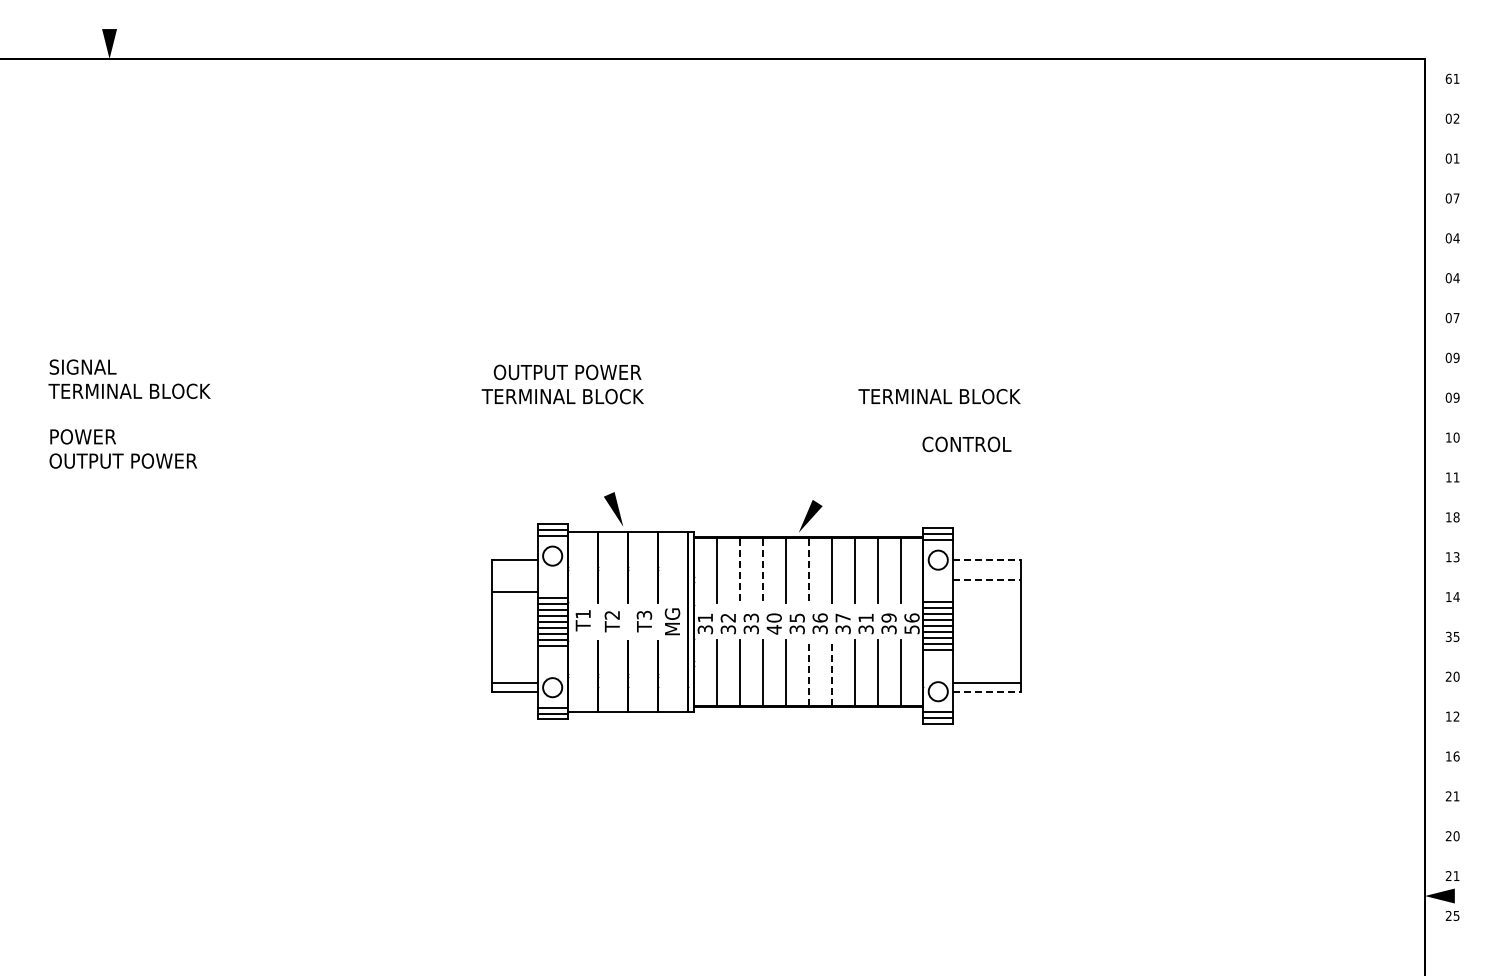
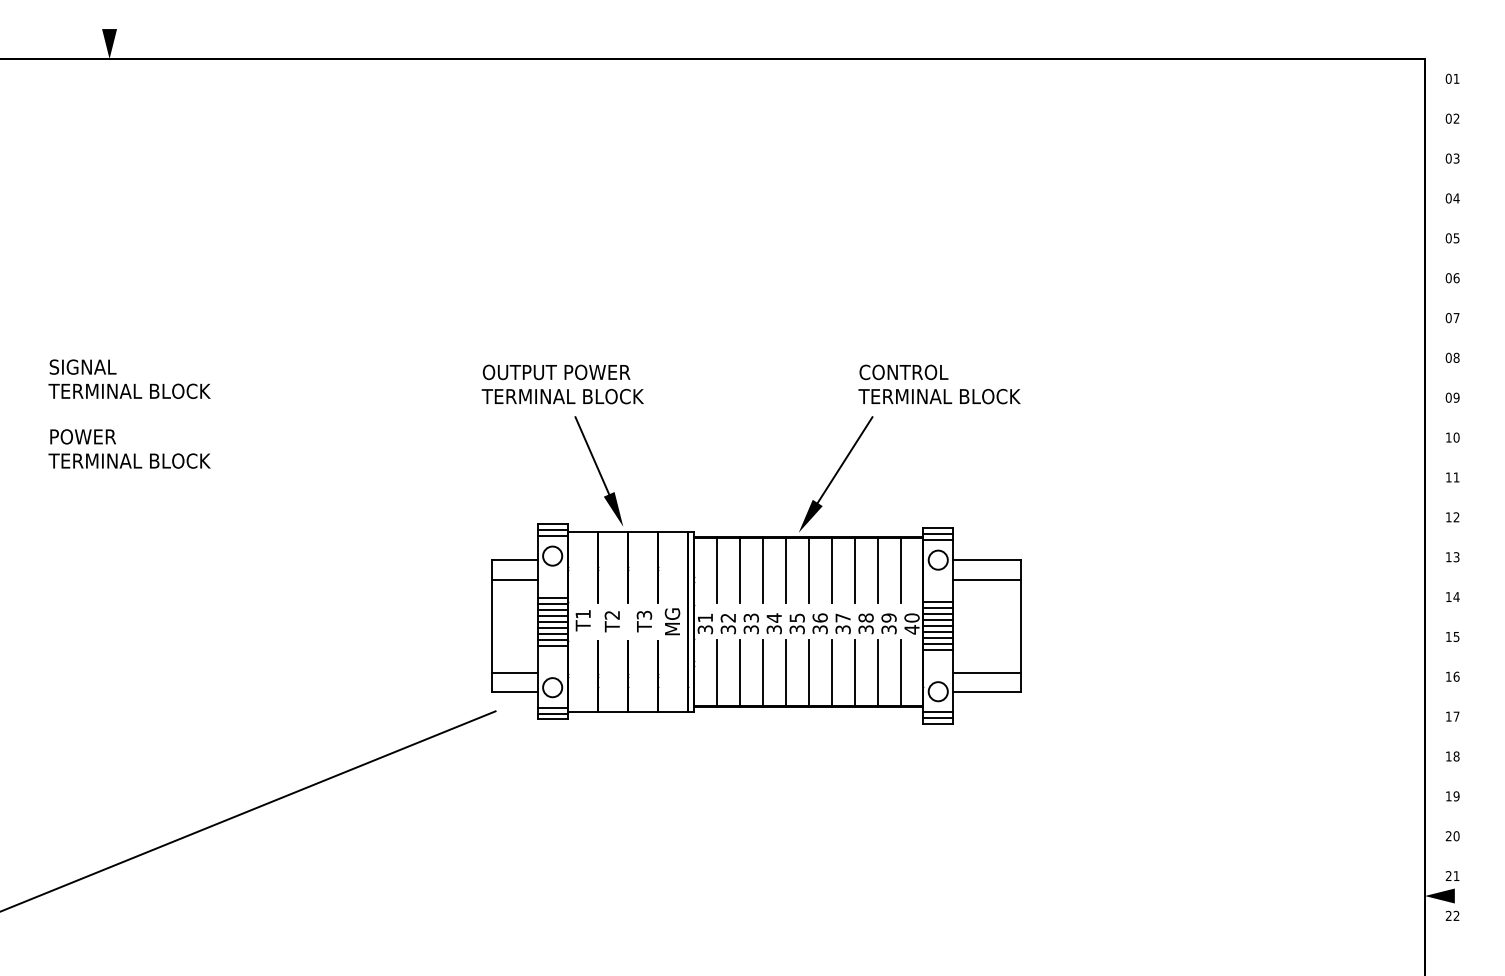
text at (1448, 78): 61 -> 01
text at (1456, 158): 01 -> 03
text at (1456, 198): 07 -> 04
text at (1456, 238): 04 -> 05
text at (1456, 278): 04 -> 06
text at (1456, 357): 09 -> 08
text at (567, 372) position: (567, 372) -> (556, 372)
text at (966, 444) position: (966, 444) -> (903, 372)
line at (592, 455): none -> present
line at (844, 459): none -> present
text at (129, 460): OUTPUT POWER -> TERMINAL BLOCK
text at (1456, 517): 18 -> 12
line at (986, 560): dashed -> solid
line at (740, 570): dashed -> solid
line at (763, 570): dashed -> solid
line at (809, 570): dashed -> solid
line at (986, 579): dashed -> solid
line at (514, 591) position: (514, 591) -> (514, 579)
text at (865, 617): 31 -> 38
text at (773, 623): 40 -> 34
text at (911, 623): 56 -> 40
text at (1448, 636): 35 -> 15
line at (809, 673): dashed -> solid
line at (832, 673): dashed -> solid
text at (1452, 676): 20 -> 16
line at (514, 682) position: (514, 682) -> (514, 672)
line at (986, 682) position: (986, 682) -> (986, 672)
line at (986, 691): dashed -> solid
text at (1456, 716): 12 -> 17
text at (1456, 756): 16 -> 18
text at (1452, 796): 21 -> 19
line at (248, 810): none -> present
text at (1456, 915): 25 -> 22
